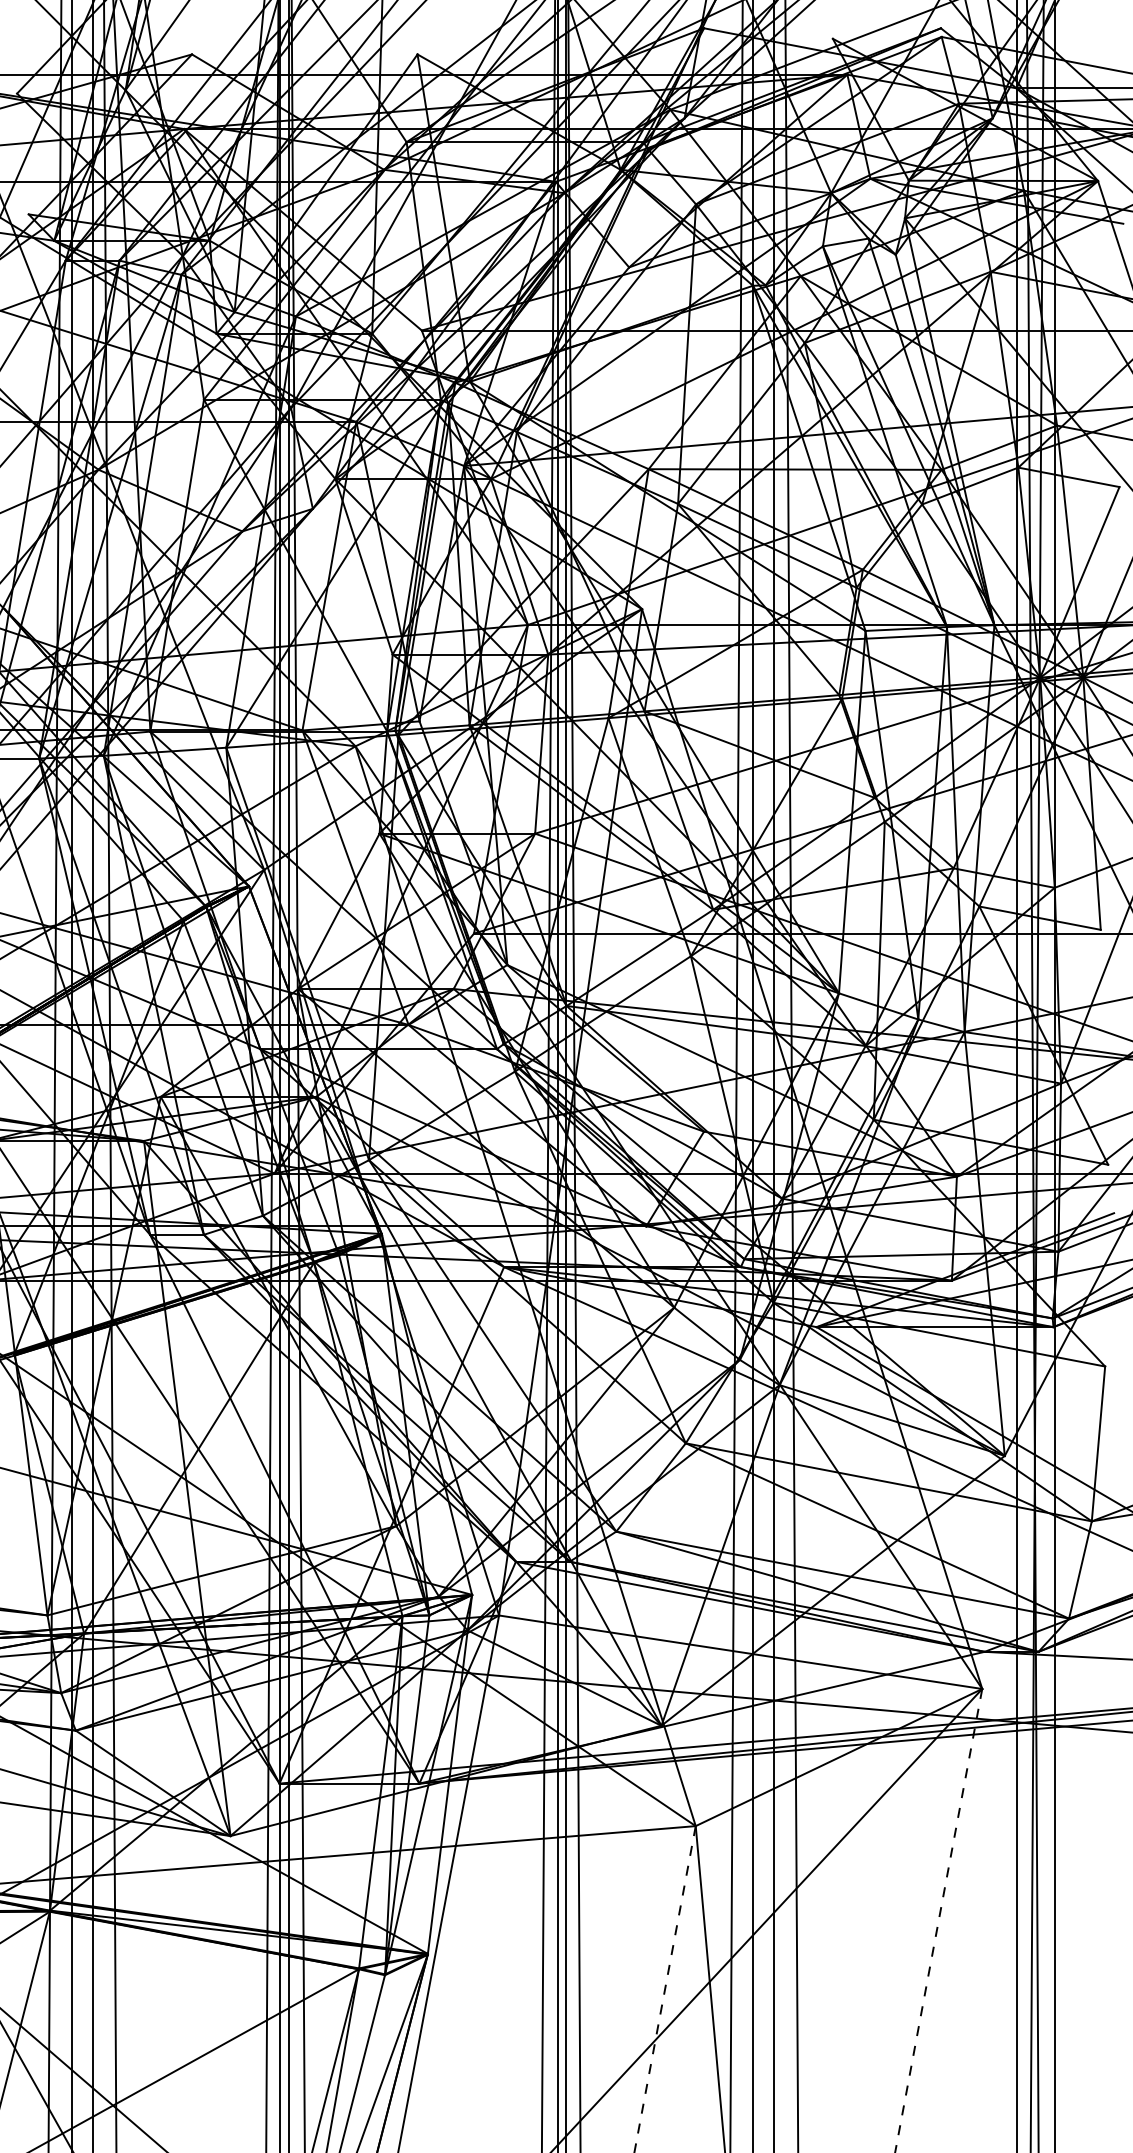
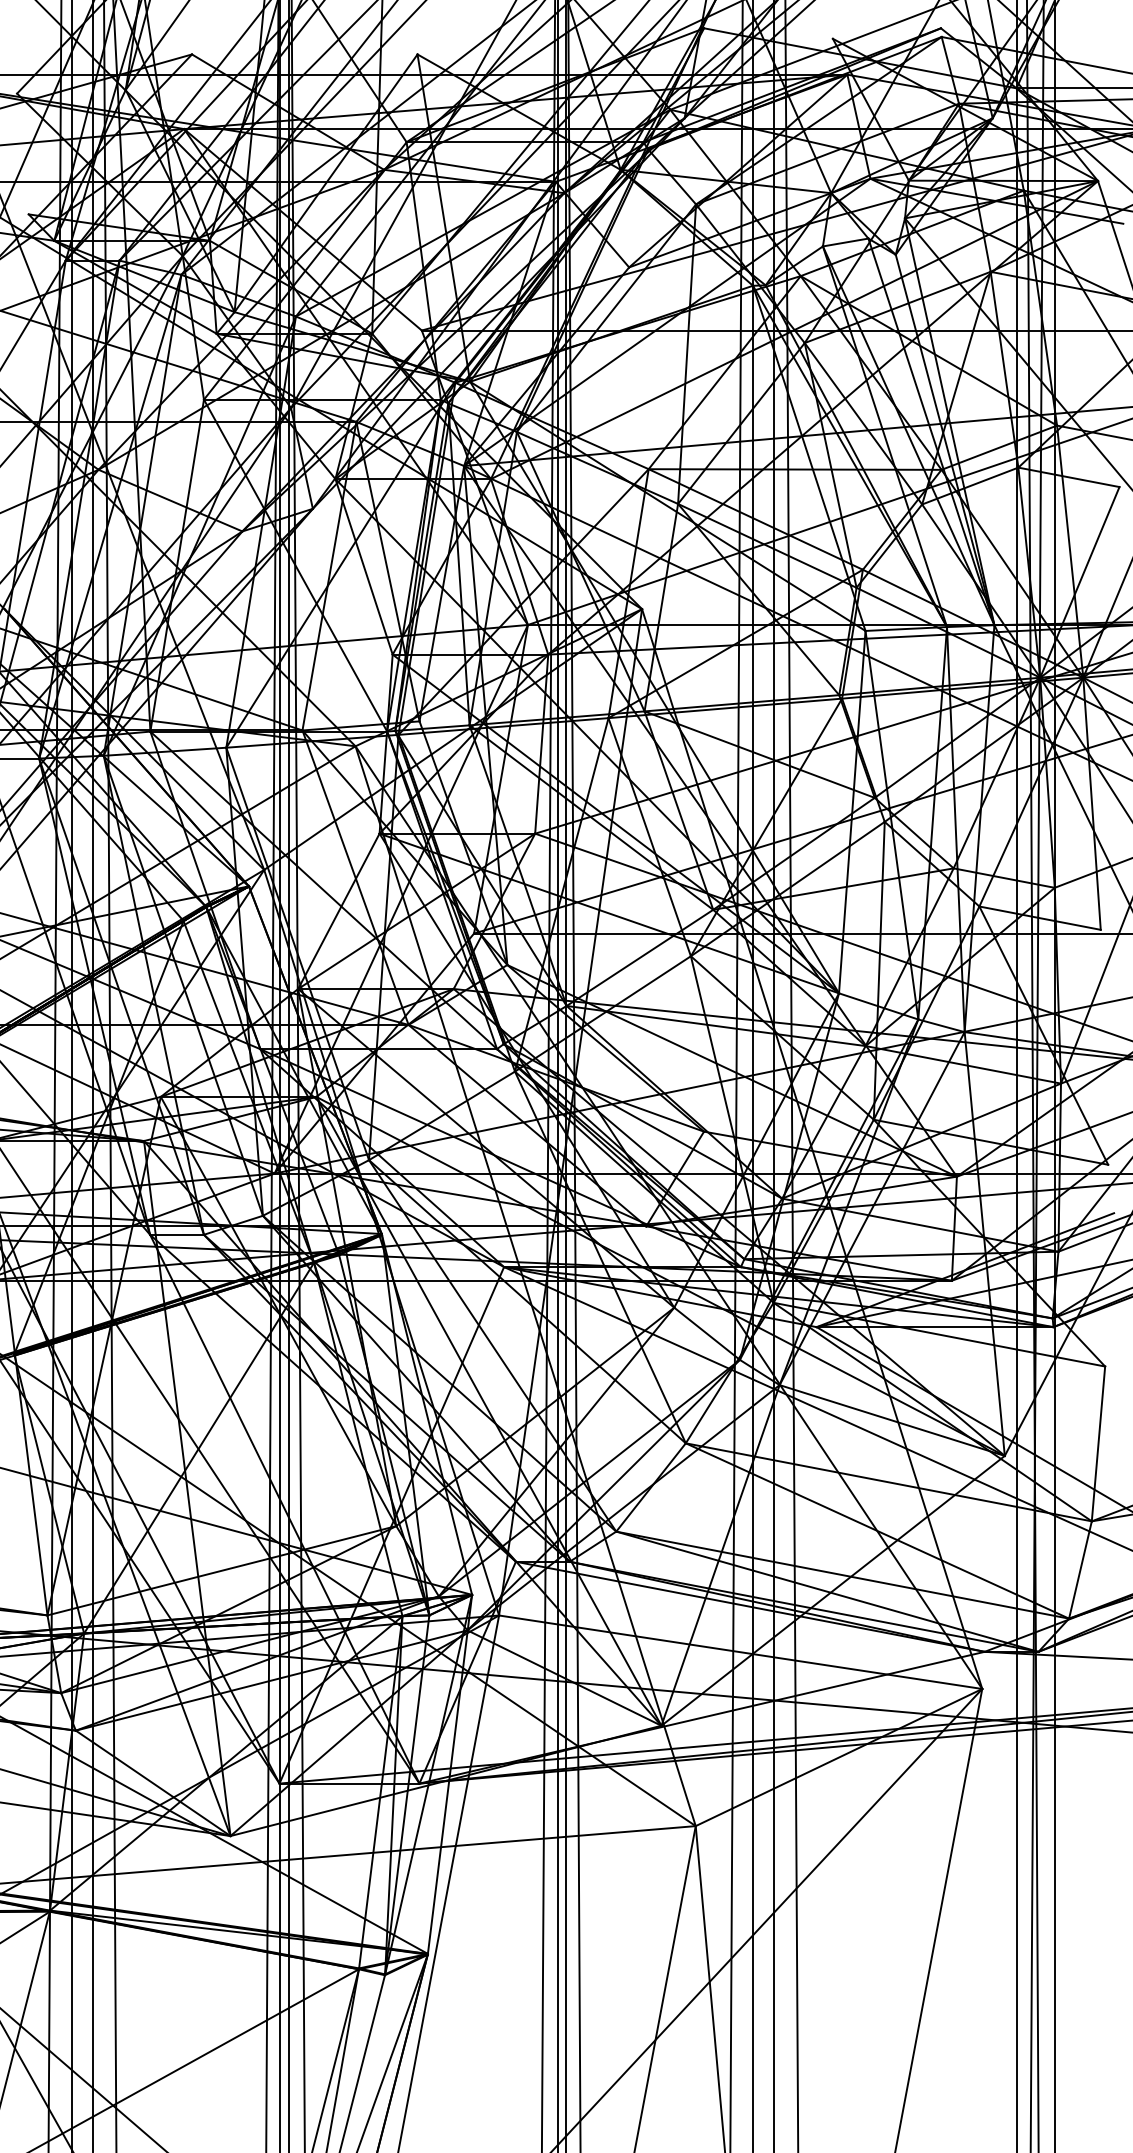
line at (938, 1920): dashed -> solid
line at (665, 1989): dashed -> solid
